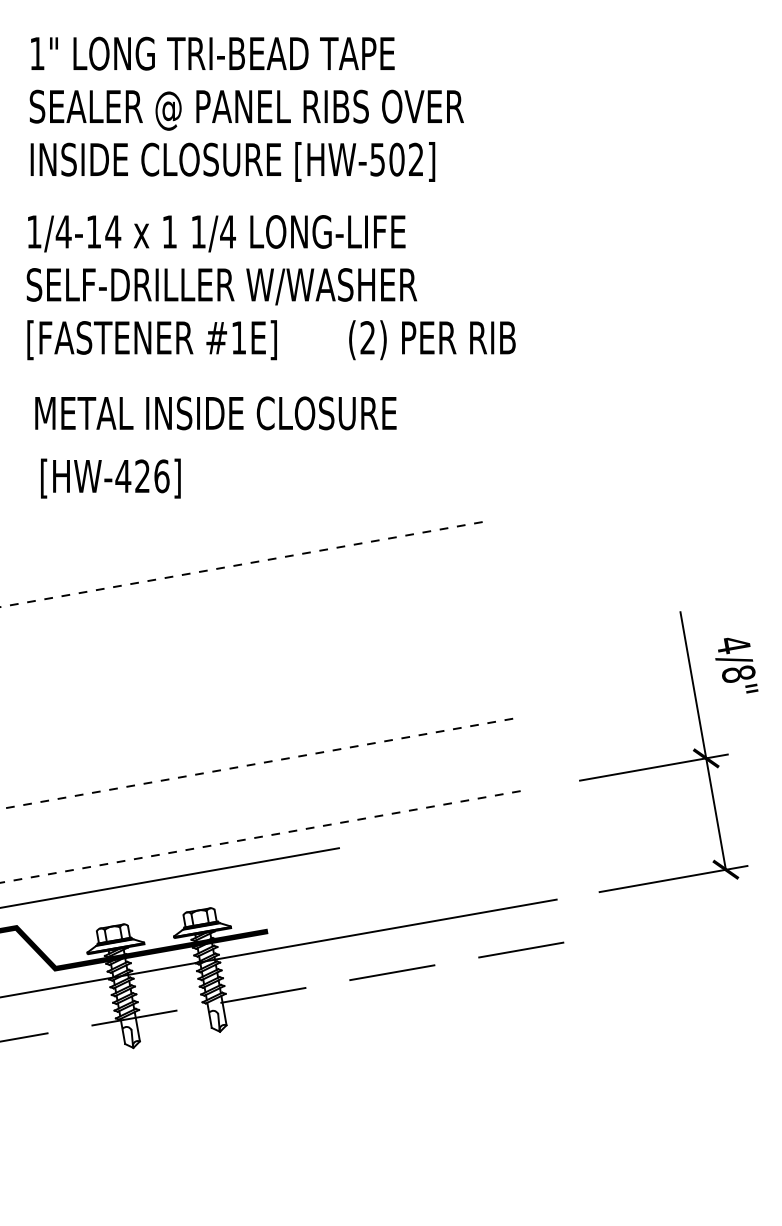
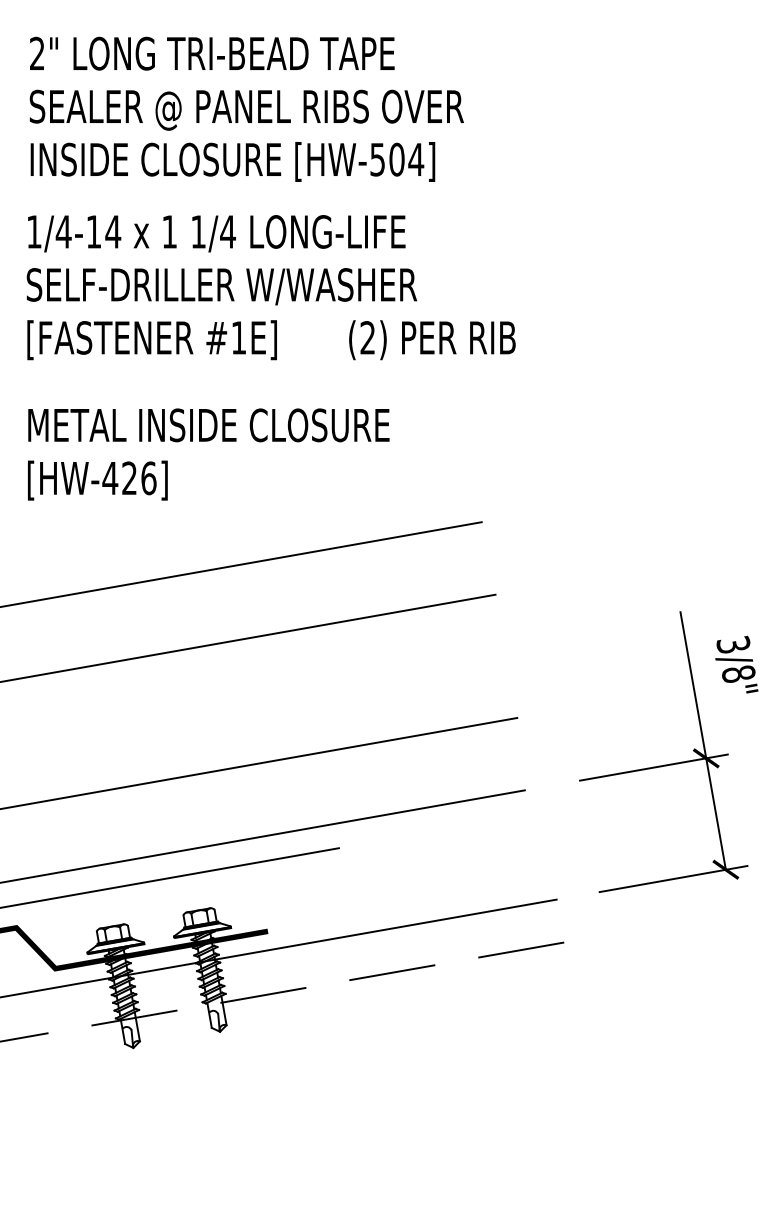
text at (37, 52): 1" -> 2"
text at (416, 158): [HW-502] -> [HW-504]
text at (215, 413) position: (215, 413) -> (208, 425)
text at (110, 478) position: (110, 478) -> (97, 480)
line at (248, 637): none -> present
text at (733, 644): 4/8" -> 3/8"
line at (259, 763): dashed -> solid
line at (21, 879): dashed -> solid
